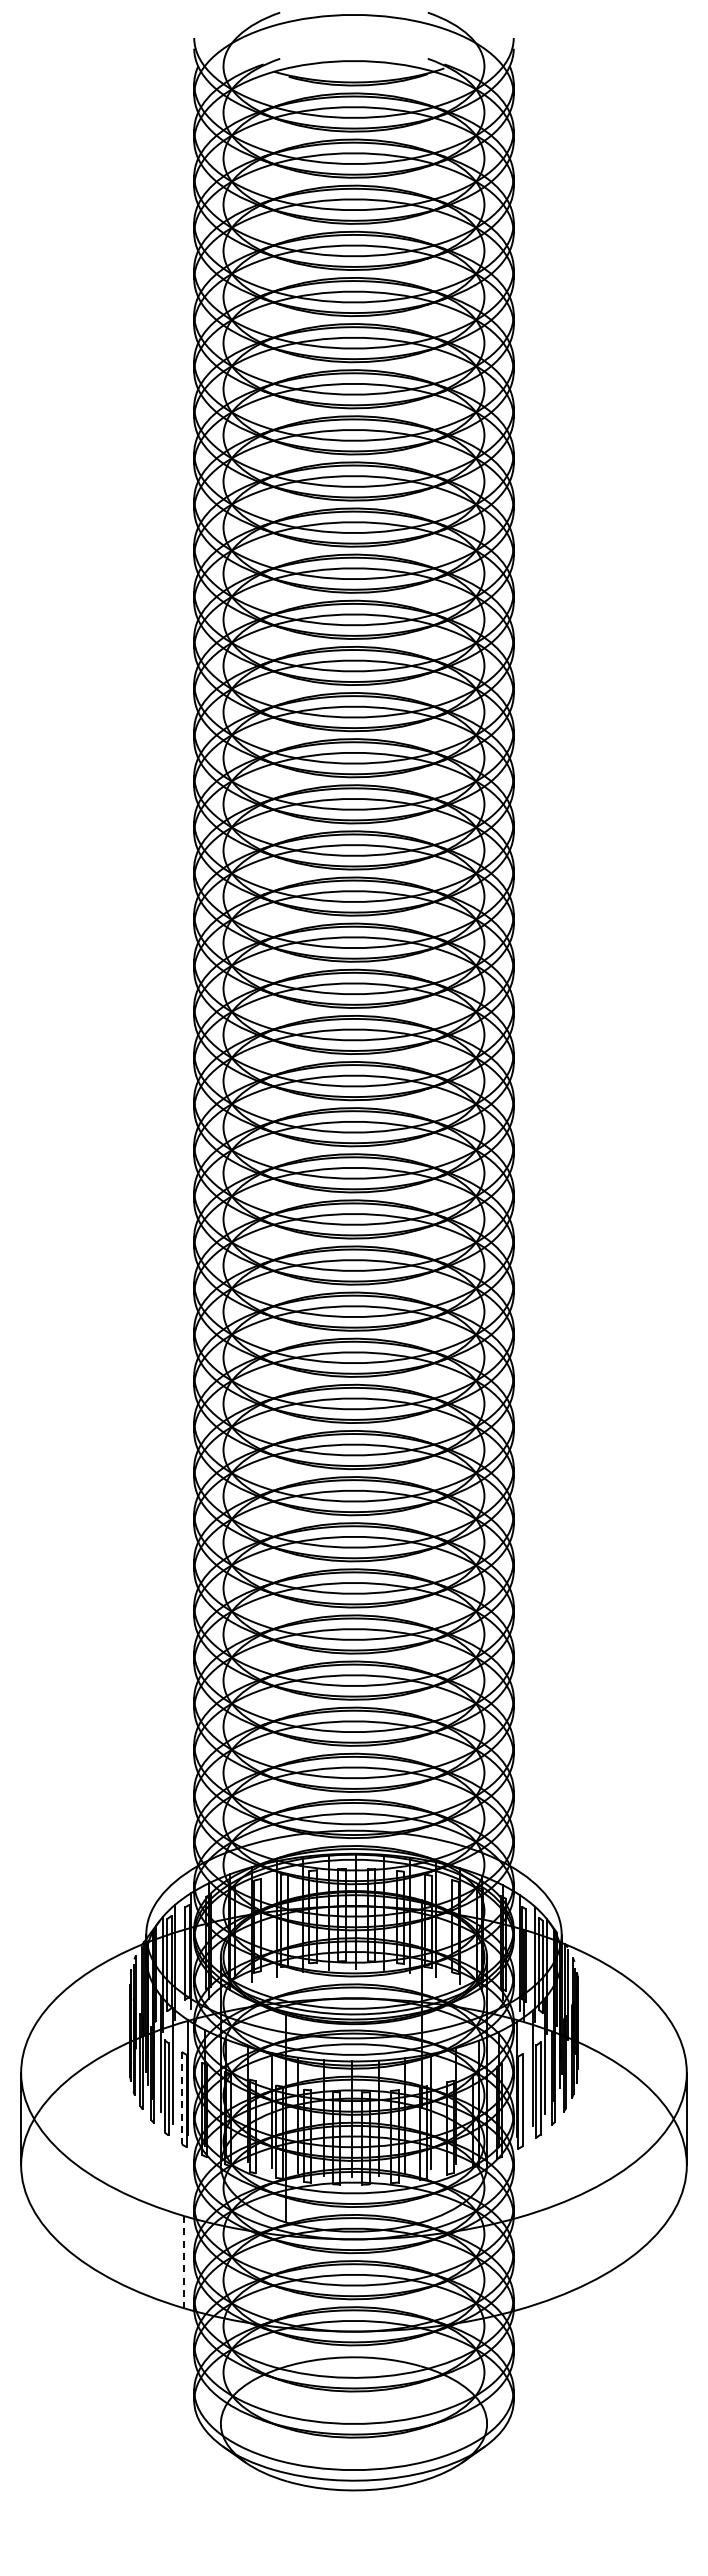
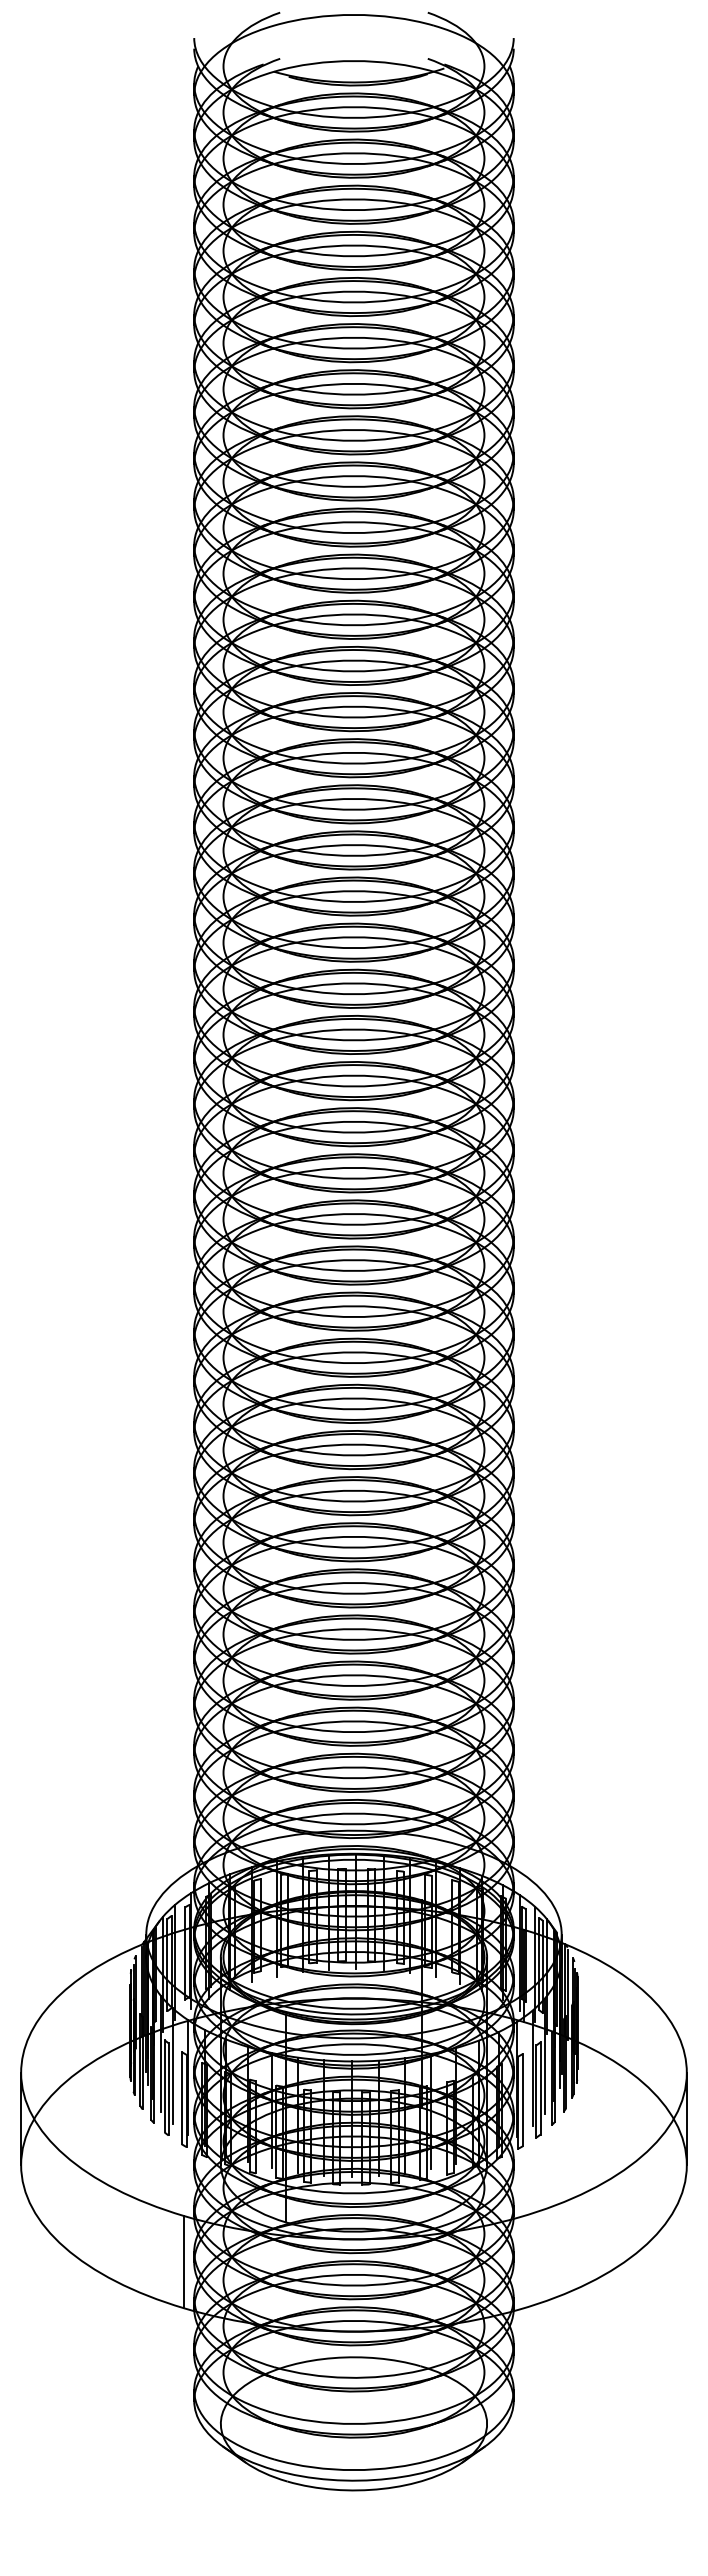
line at (181, 2098): dashed -> solid
line at (184, 2262): dashed -> solid
